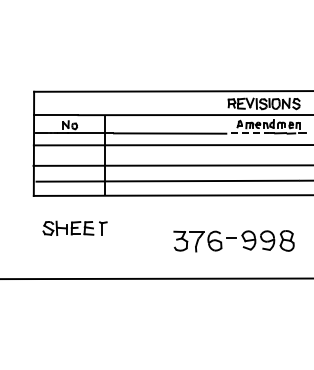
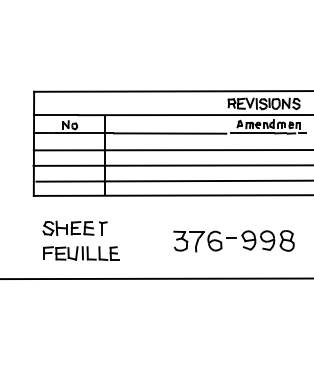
line at (250, 133): dashed -> solid
line at (171, 145) position: (171, 145) -> (171, 150)
part at (81, 253): none -> present
